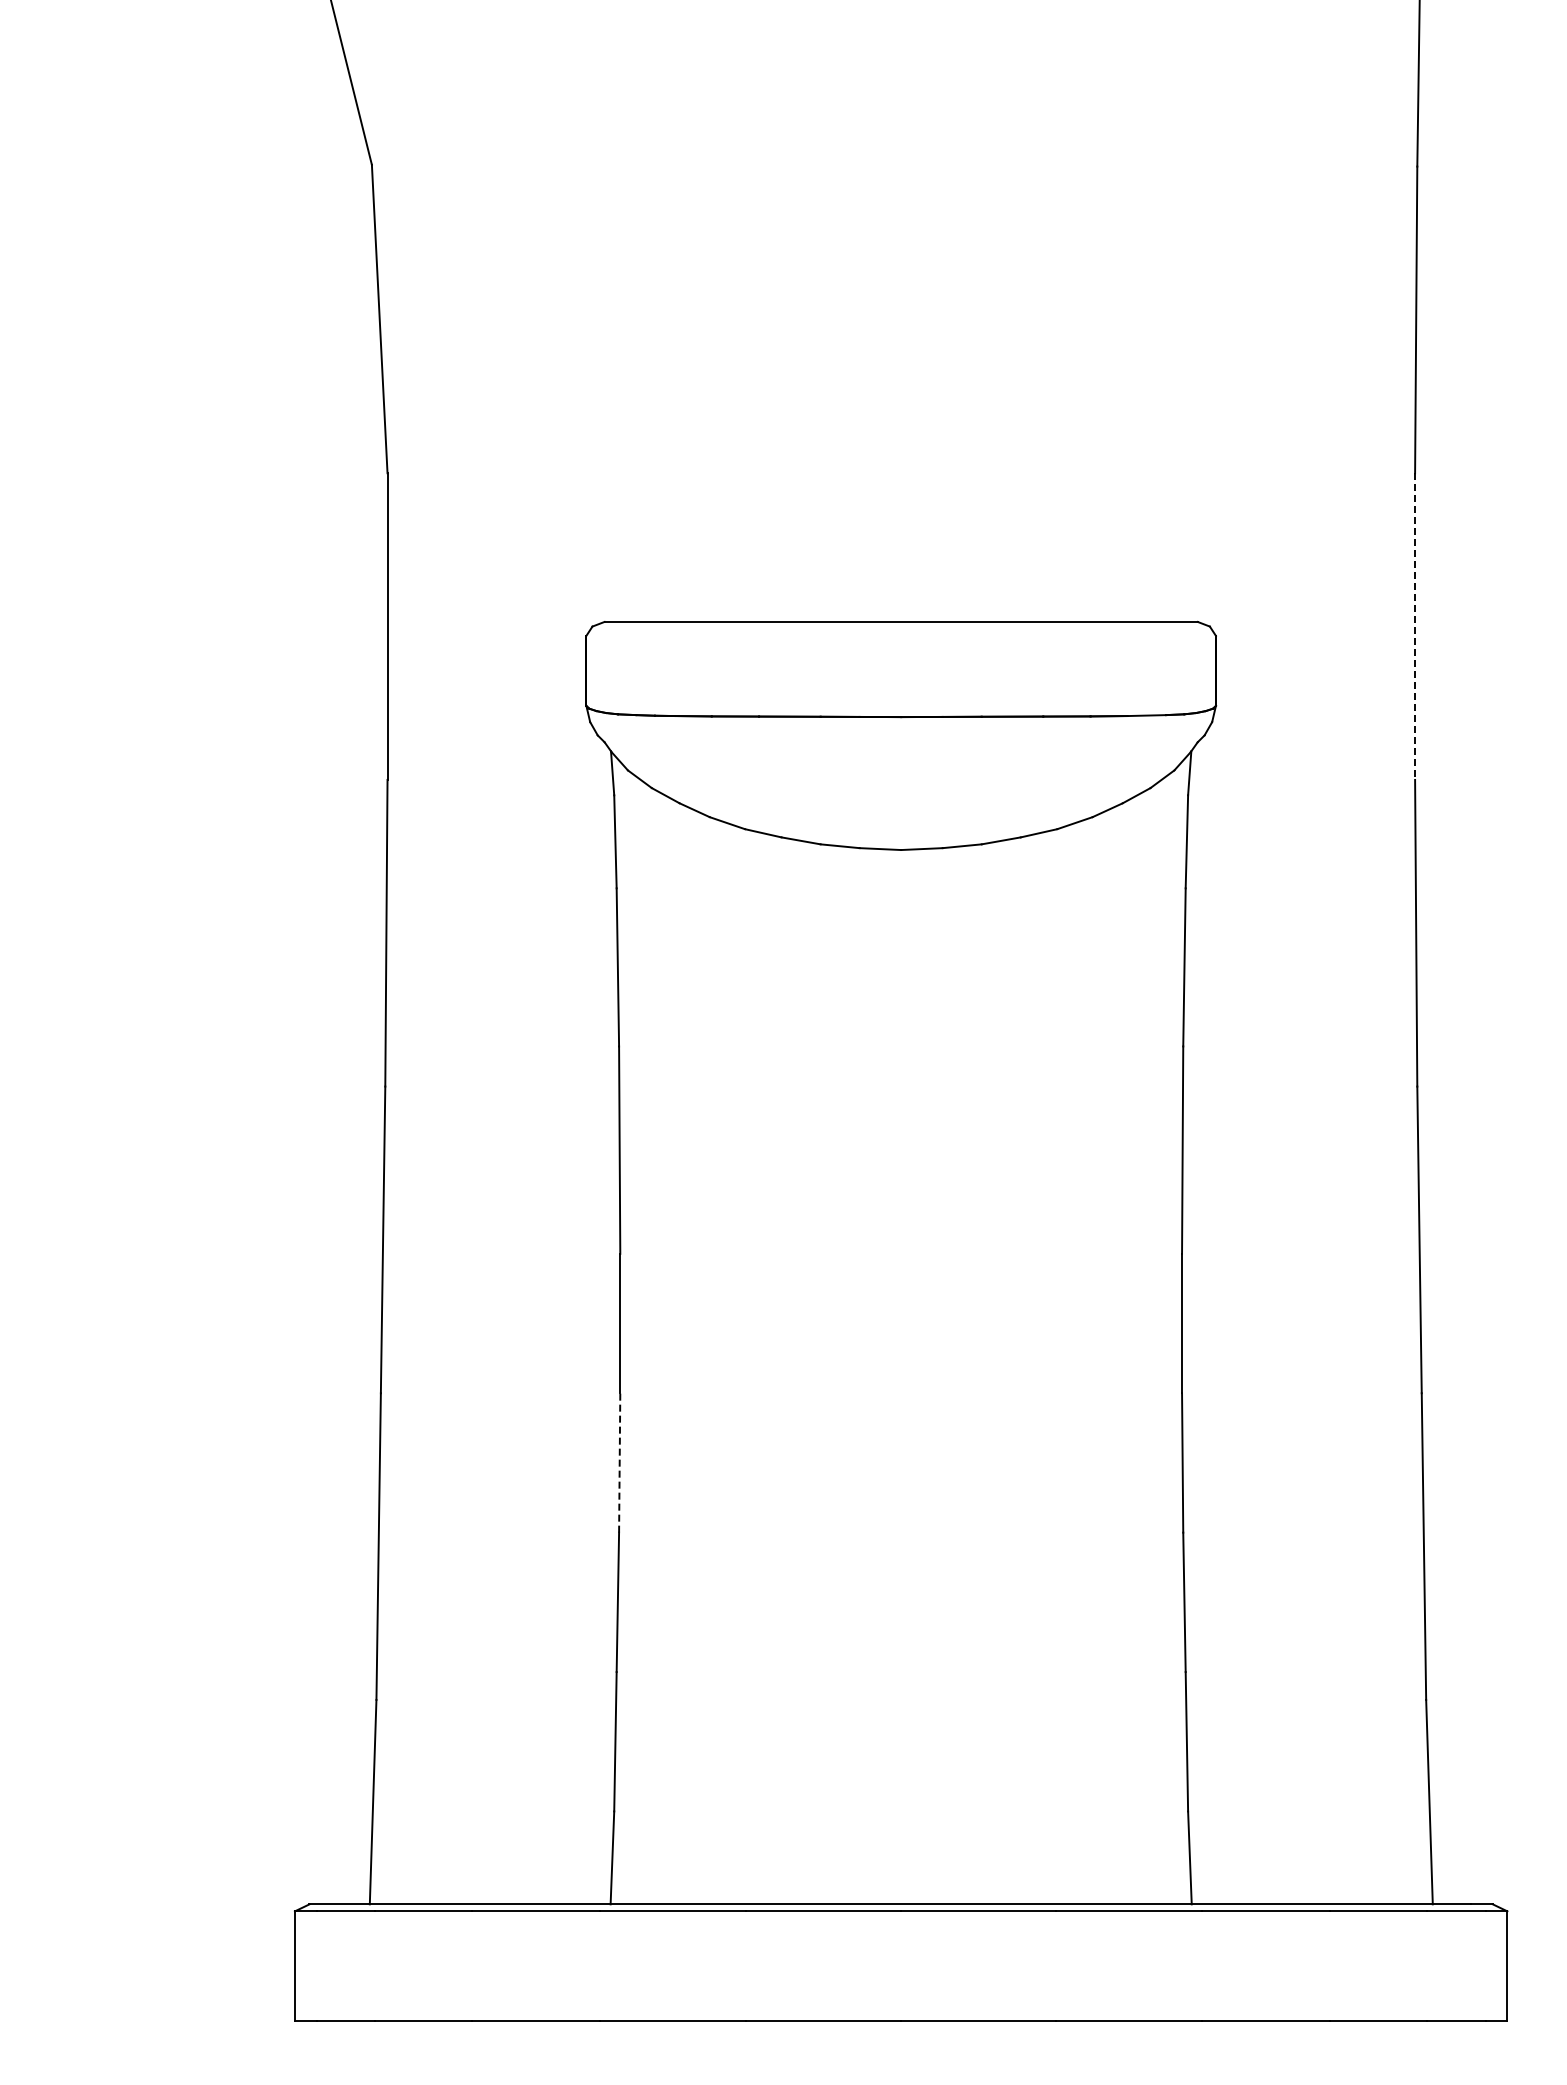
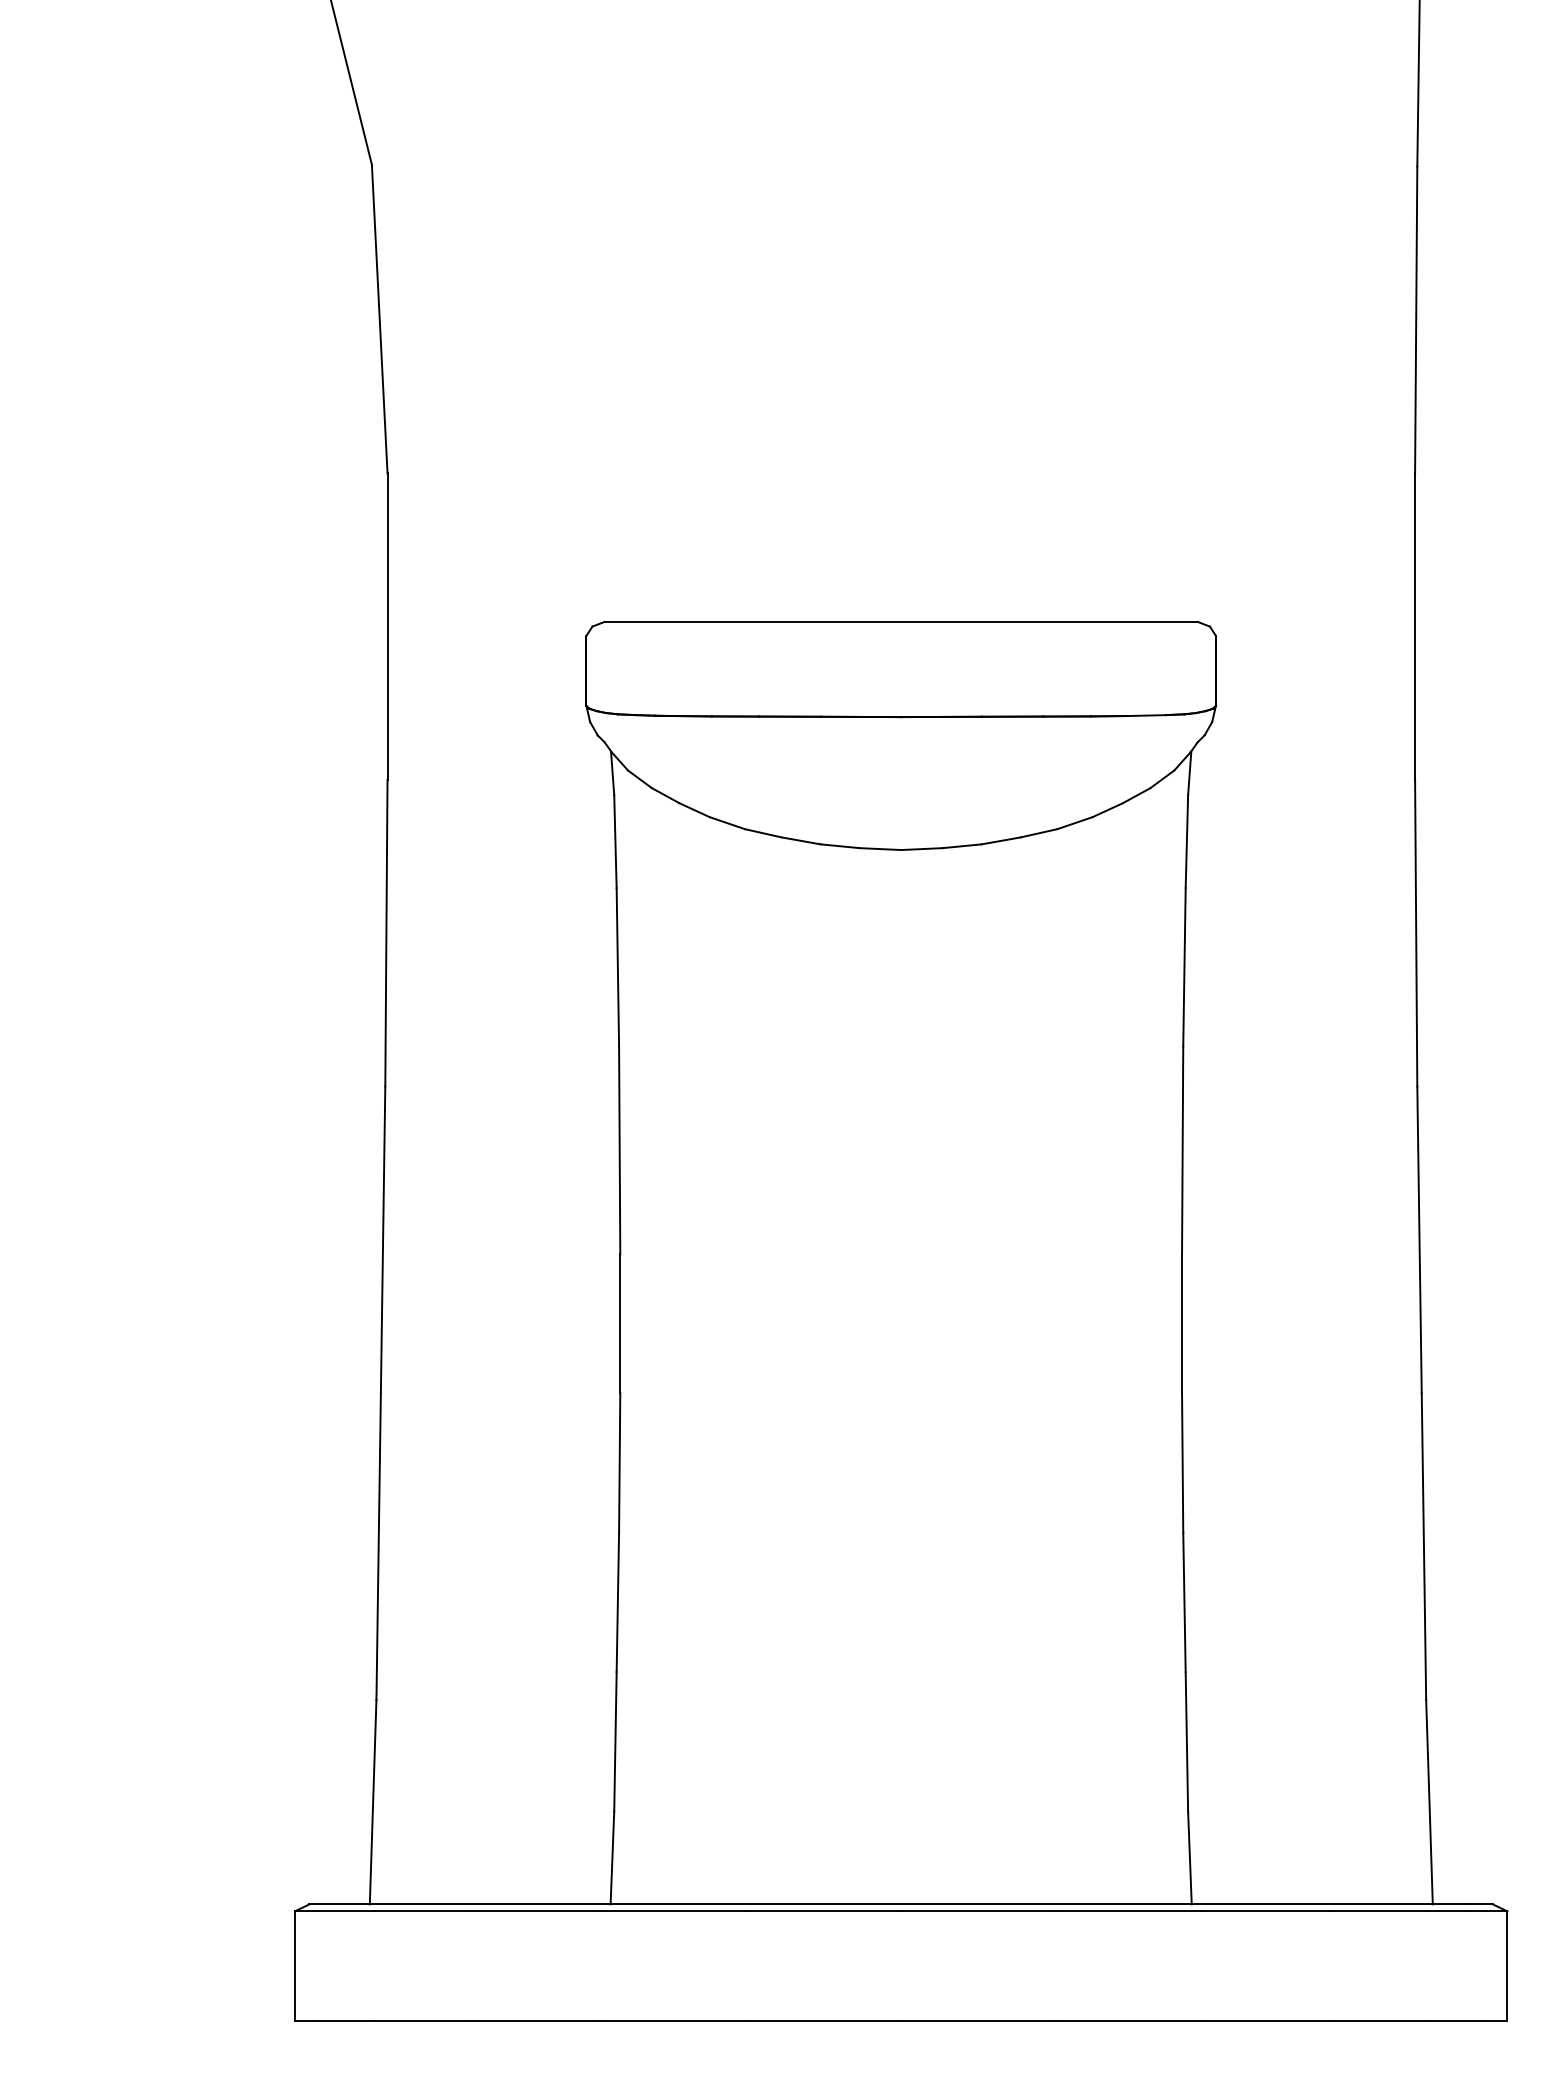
line at (1415, 627): dashed -> solid
line at (619, 1462): dashed -> solid
